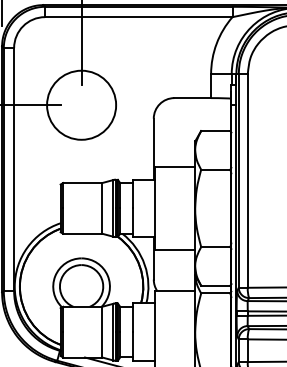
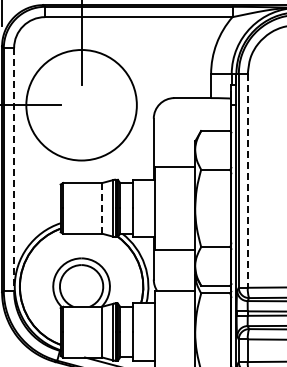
circle at (81, 104) diameter: 69 px -> 111 px
line at (14, 170): solid -> dashed
line at (247, 180): solid -> dashed
line at (102, 208): solid -> dashed
